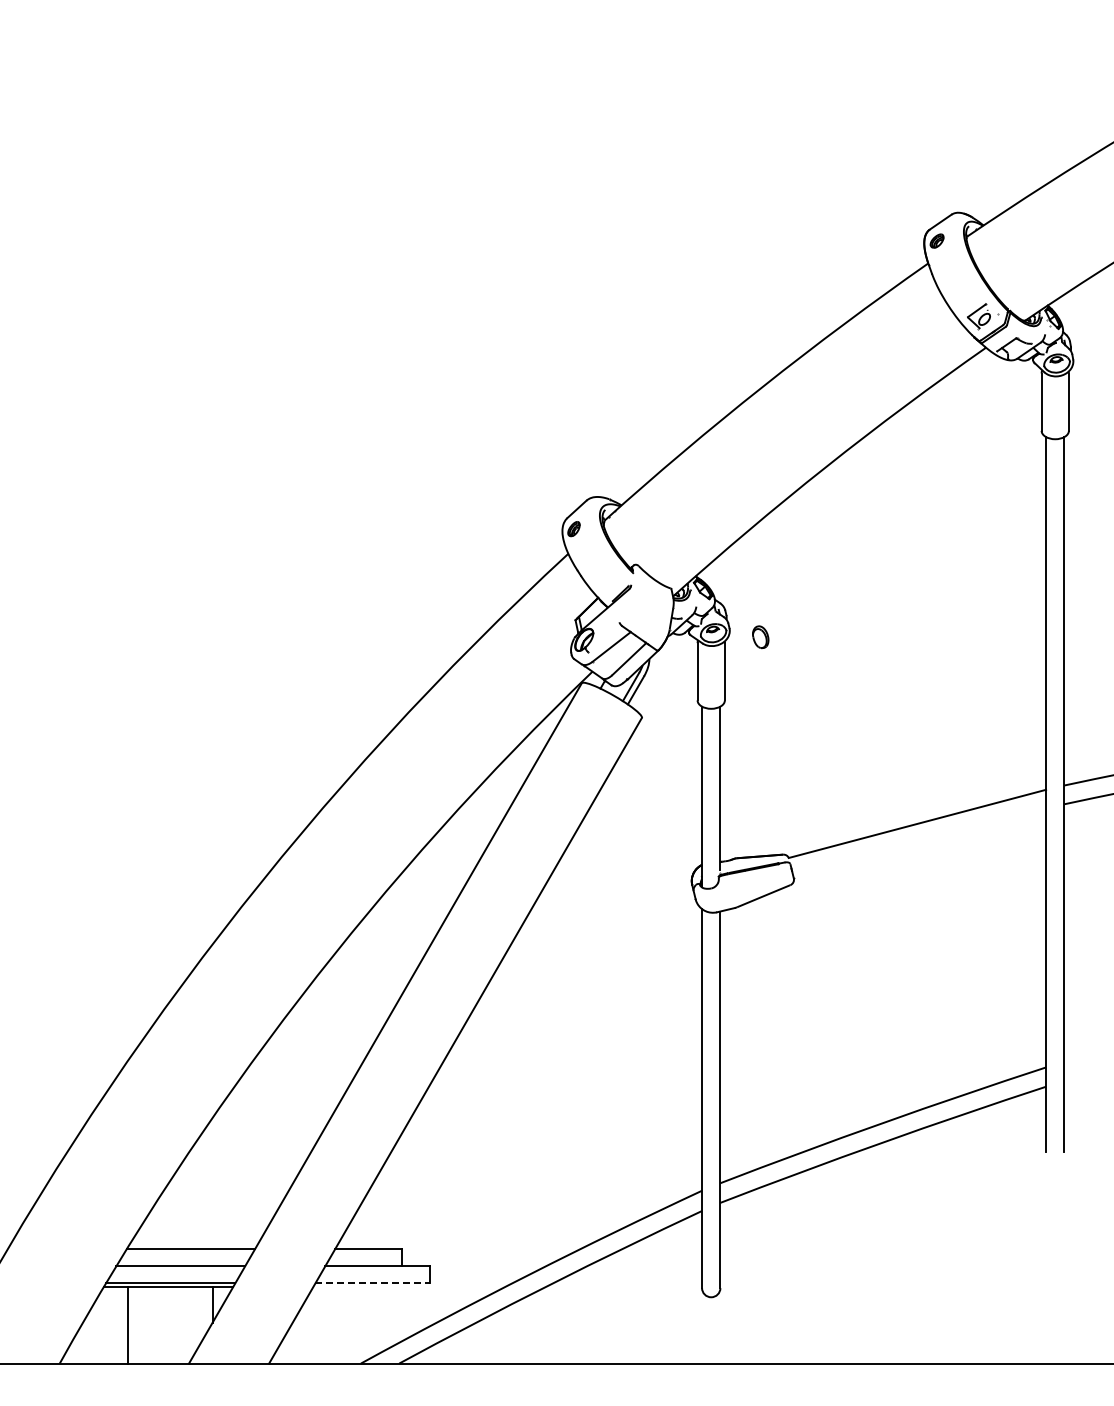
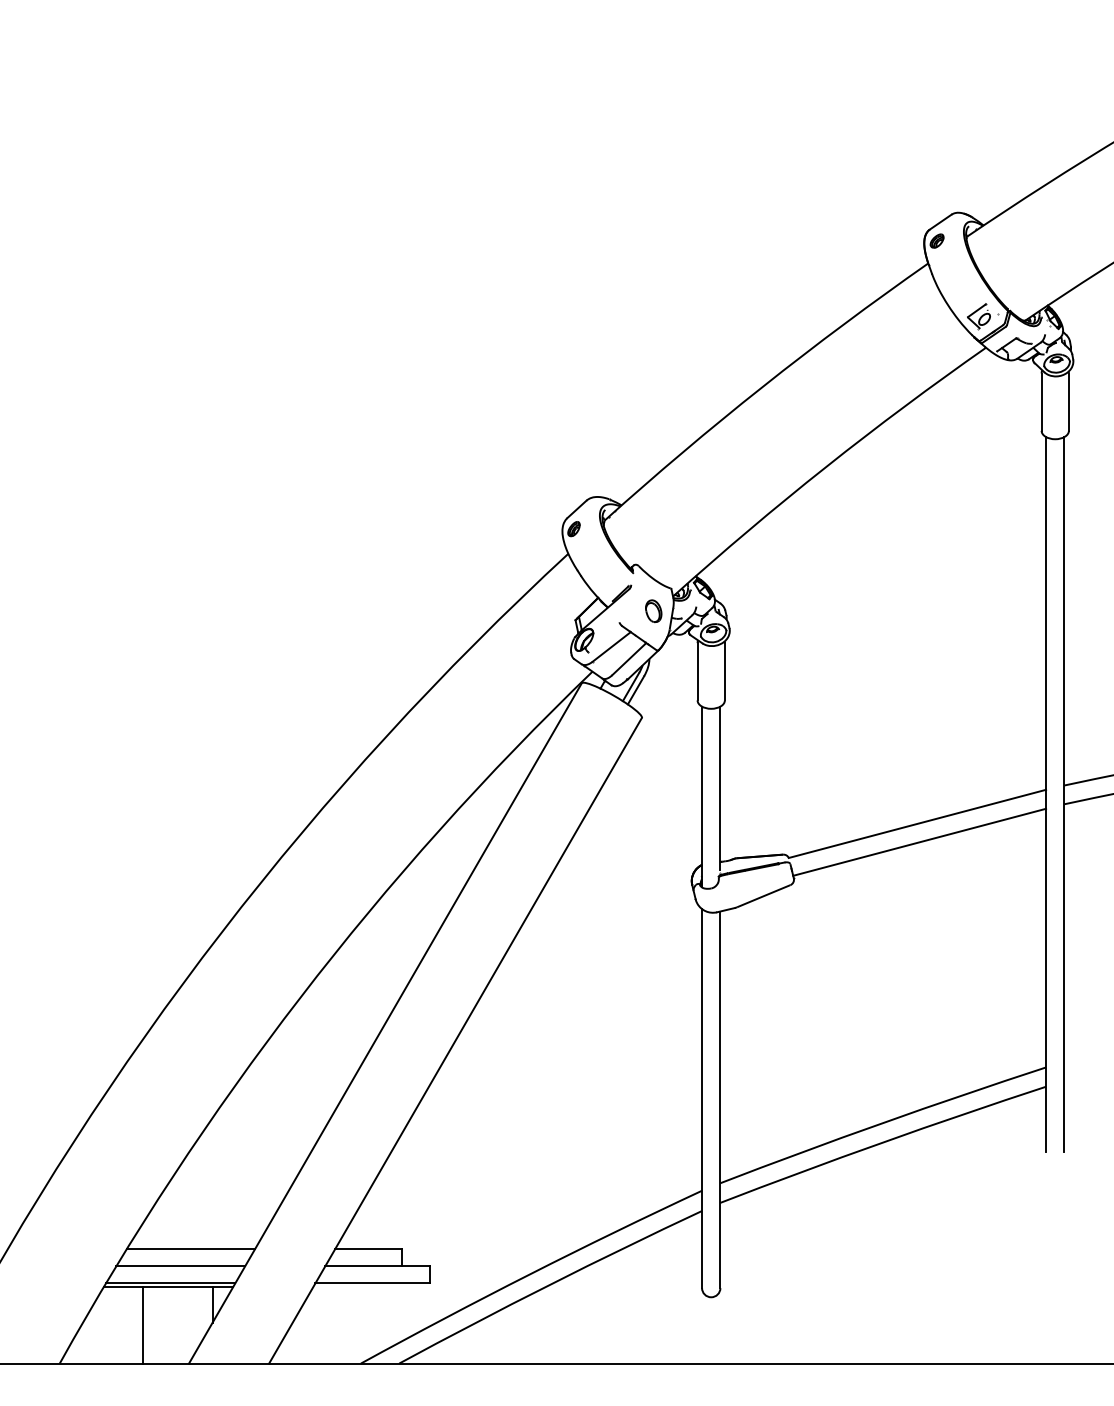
part at (760, 637) position: (760, 637) -> (653, 611)
line at (919, 841): none -> present
line at (373, 1283): dashed -> solid
line at (128, 1325) position: (128, 1325) -> (143, 1325)
